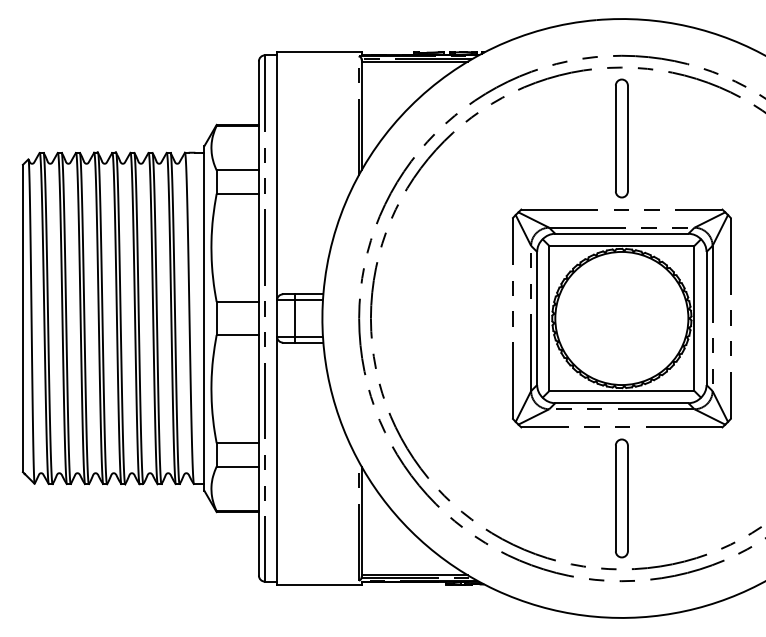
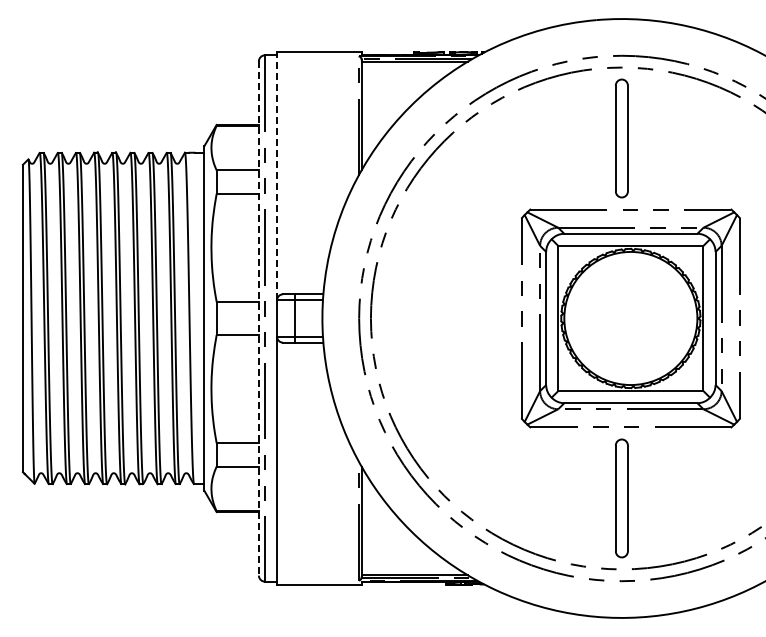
line at (277, 175): solid -> dashed
line at (258, 318): solid -> dashed
part at (621, 318) position: (621, 318) -> (630, 318)
